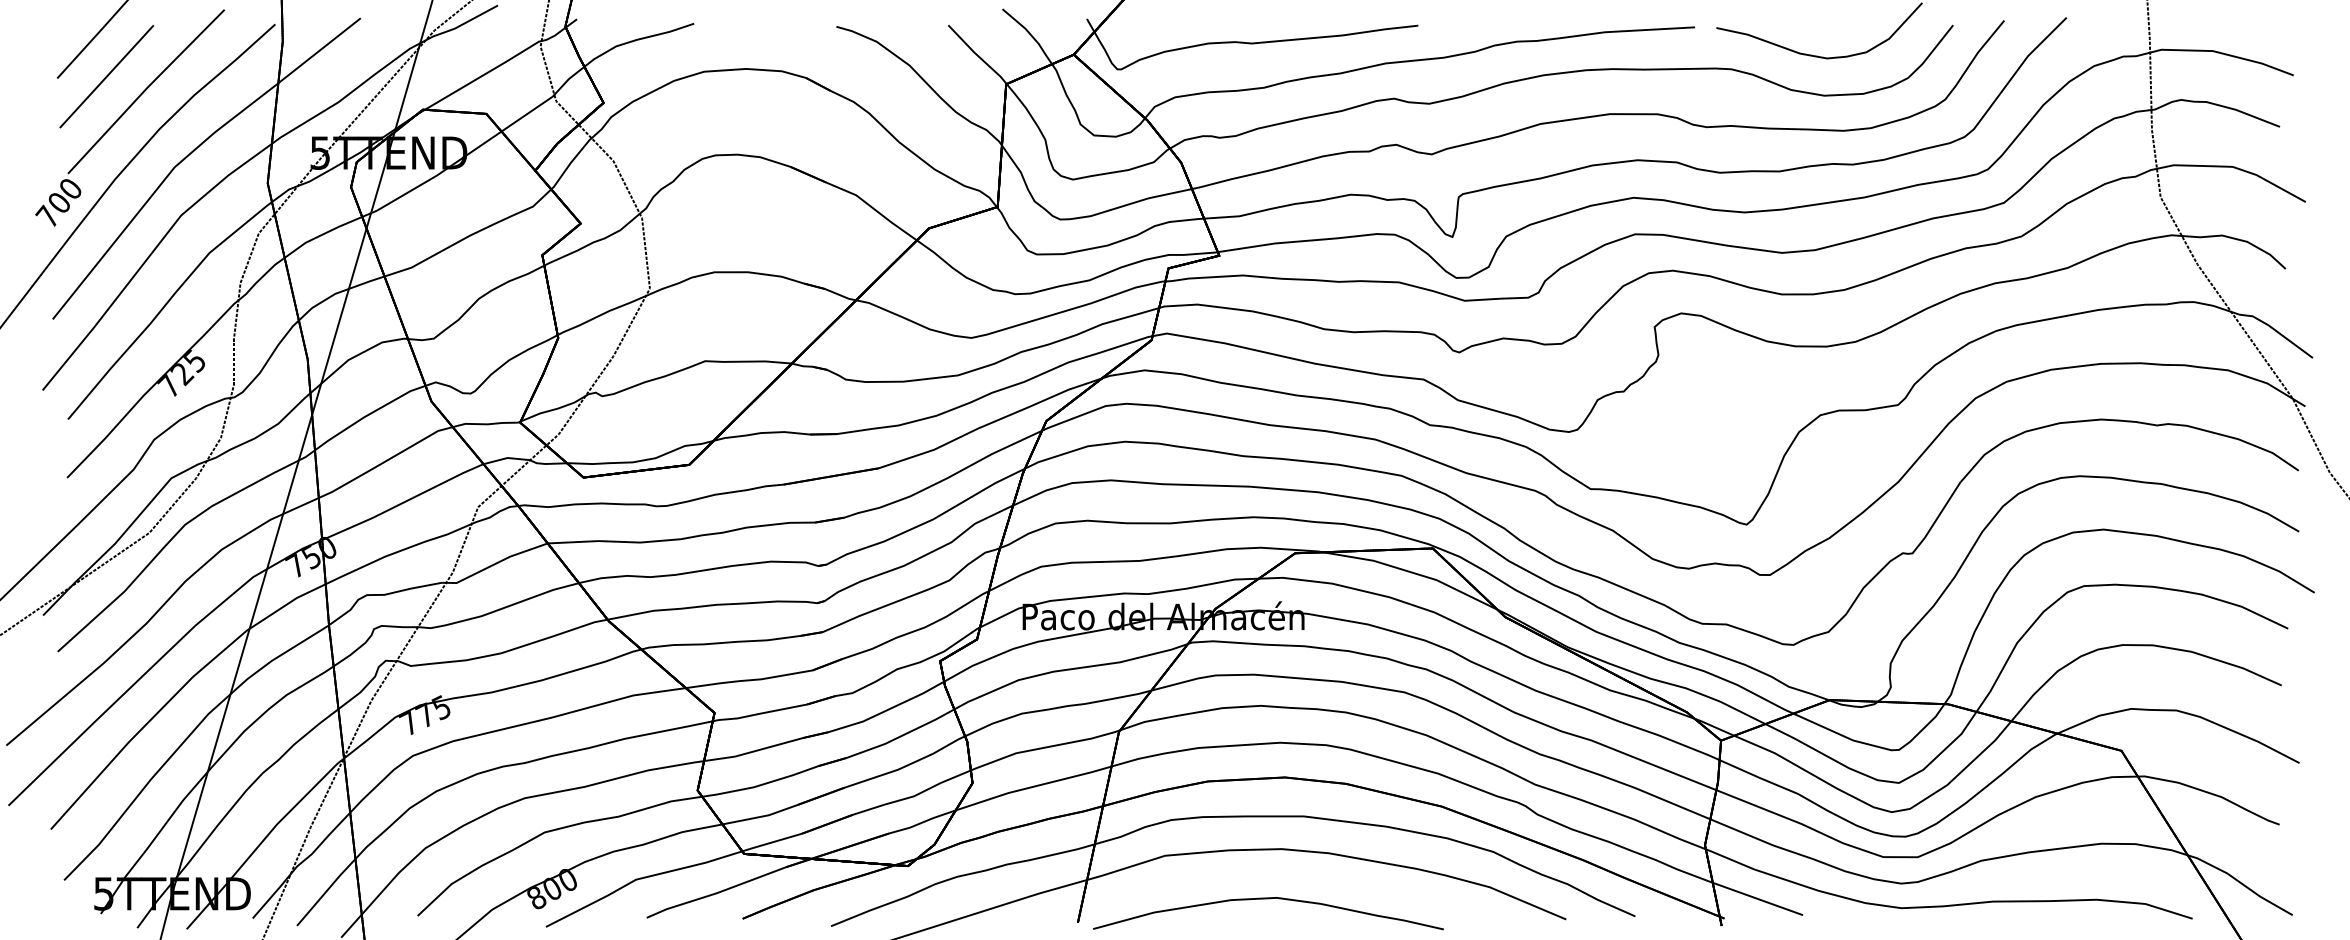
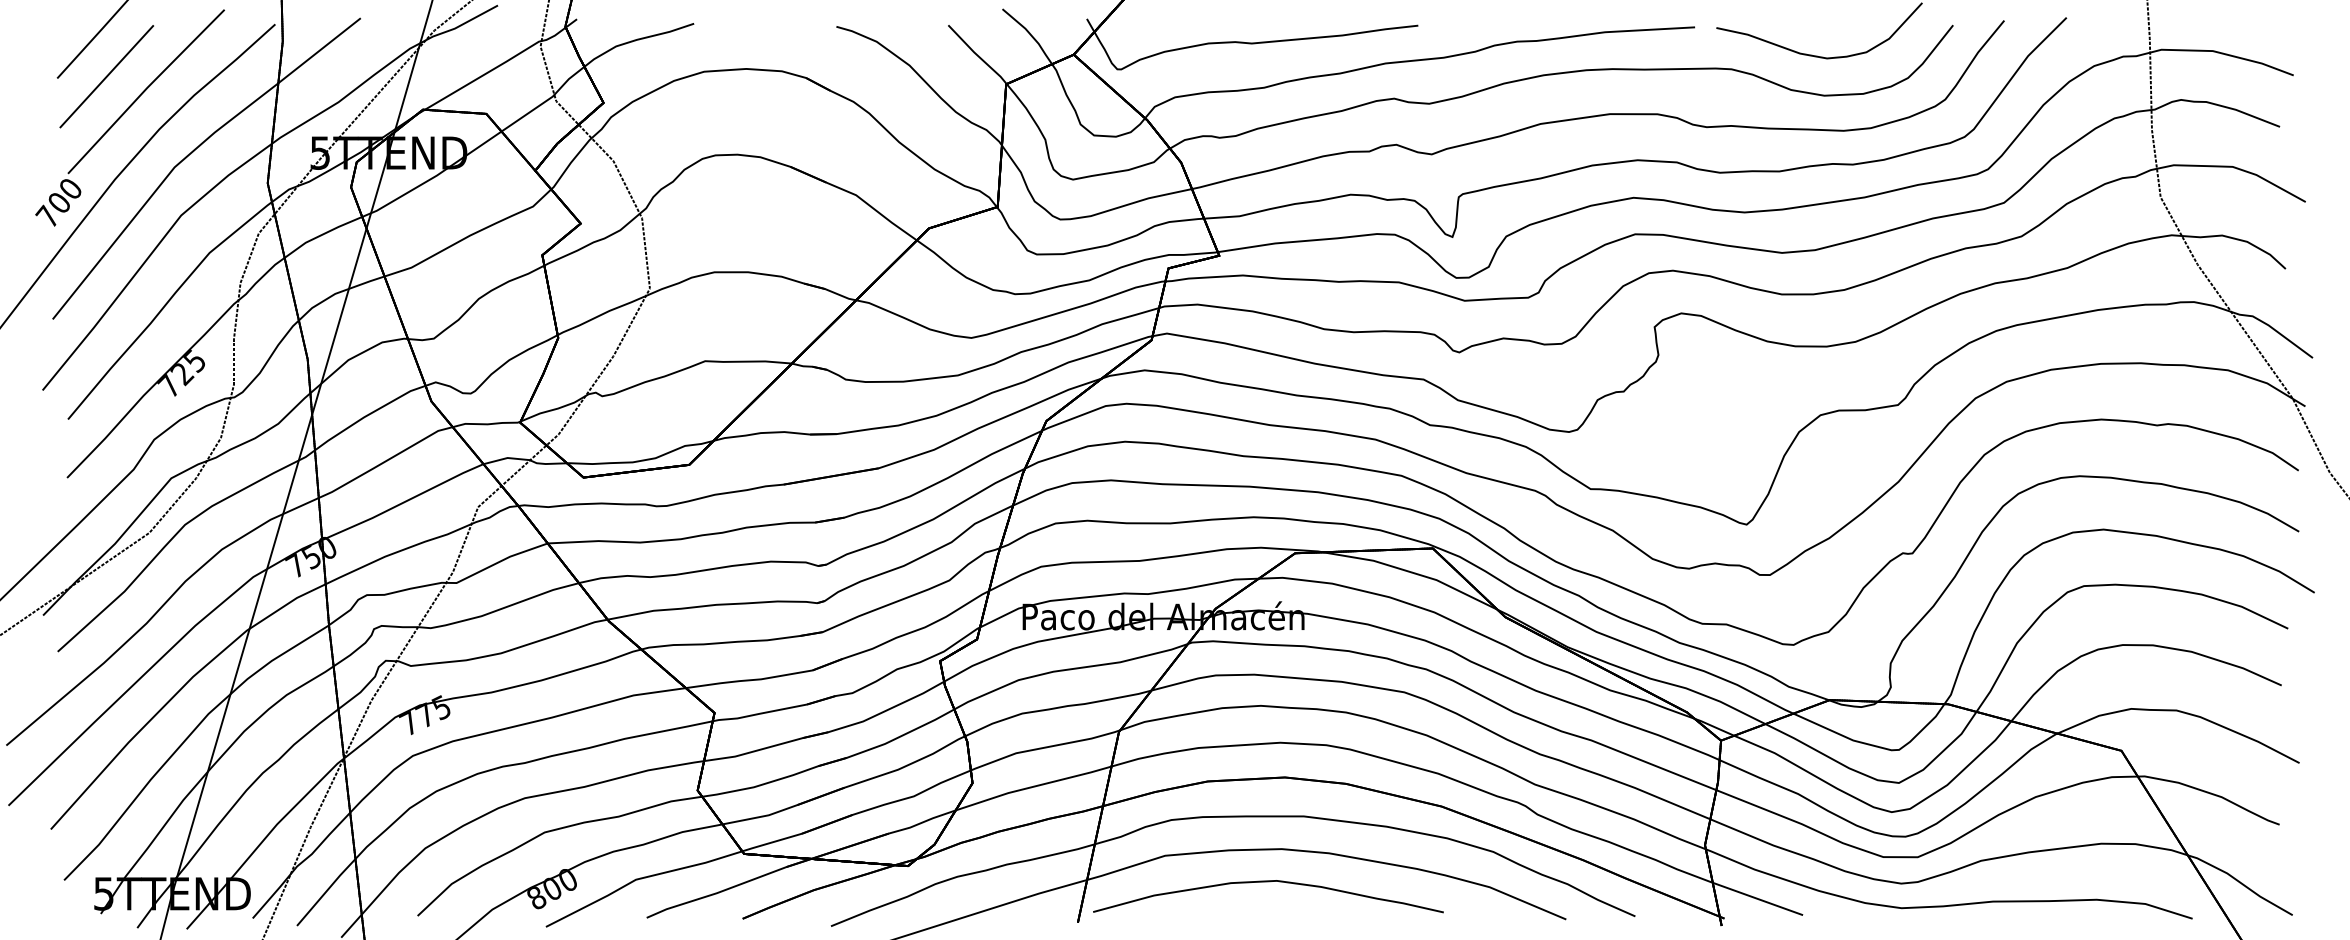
part at (1268, 899) position: (1268, 899) -> (1268, 882)
